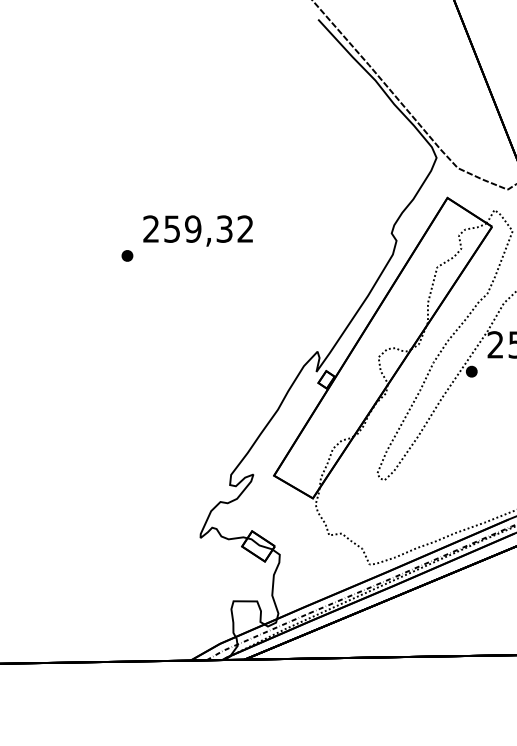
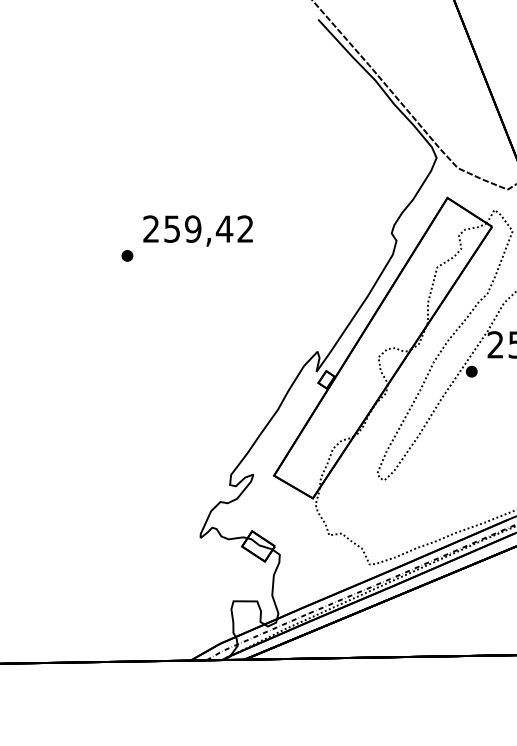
text at (224, 228): 259,32 -> 259,42
